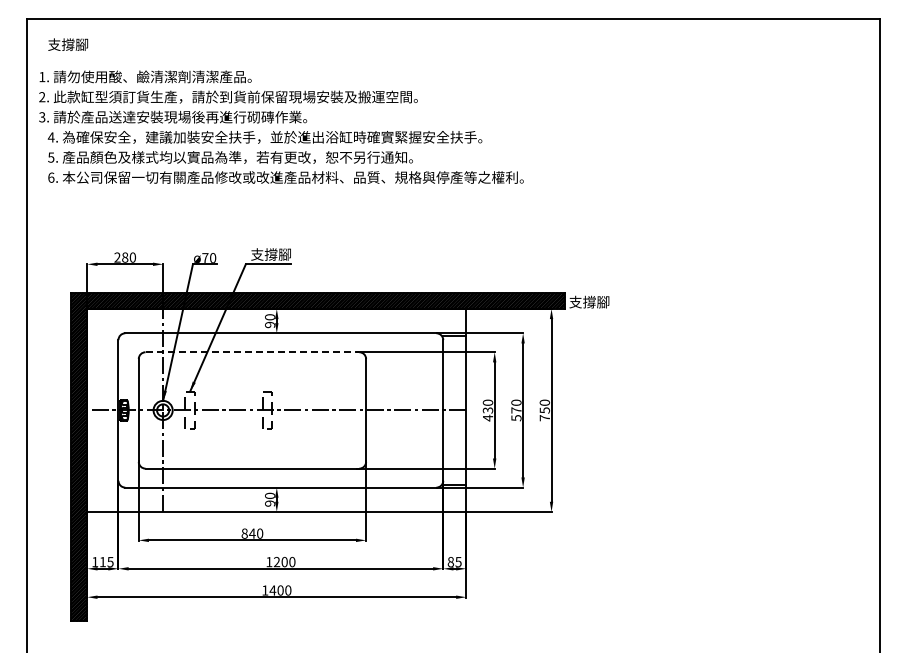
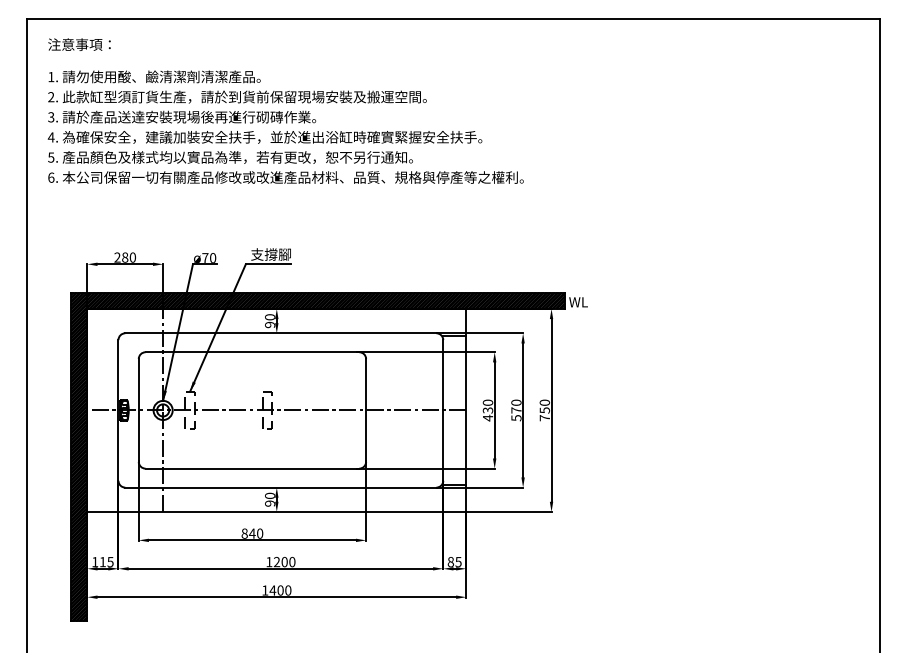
text at (79, 44): 支撐腳 -> 注意事項：
text at (228, 96) position: (228, 96) -> (237, 96)
text at (589, 301): 支撐腳 -> WL
line at (252, 352): dashed -> solid
